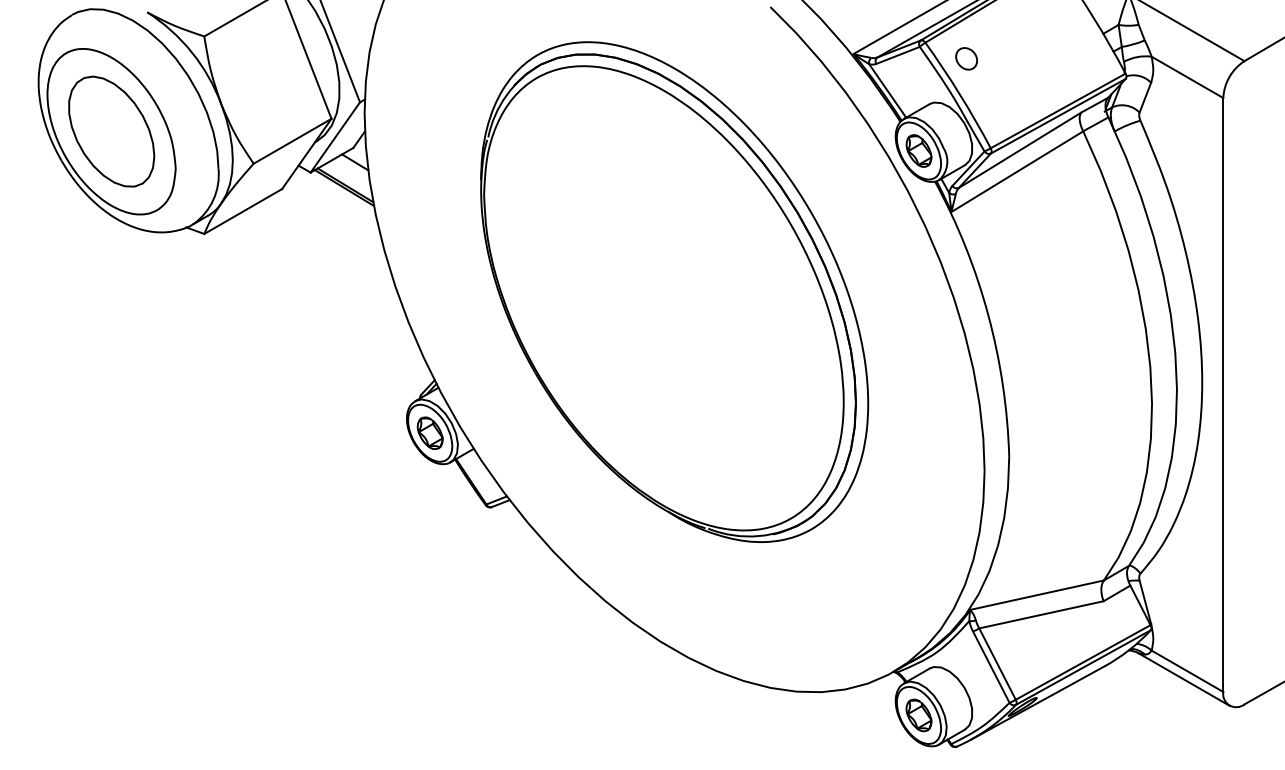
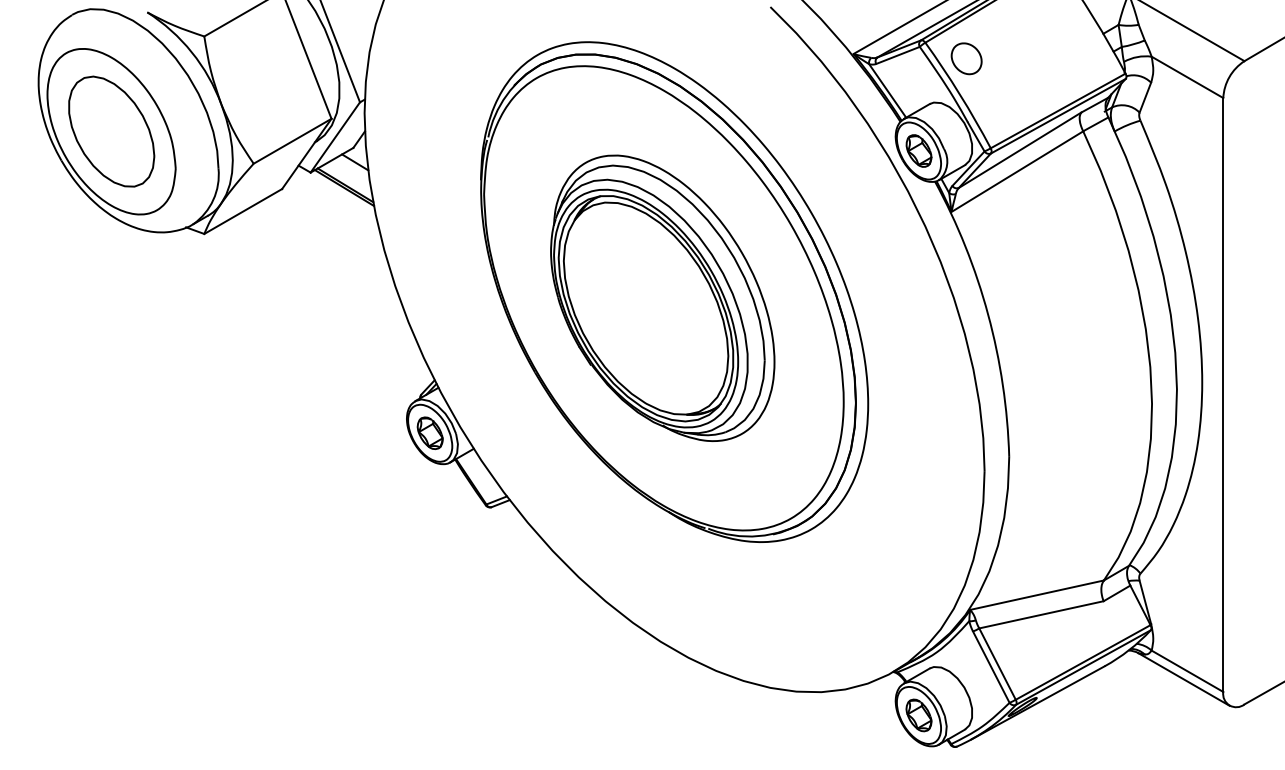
part at (966, 58) size: 23x24 px -> 33x34 px
part at (662, 297): none -> present
